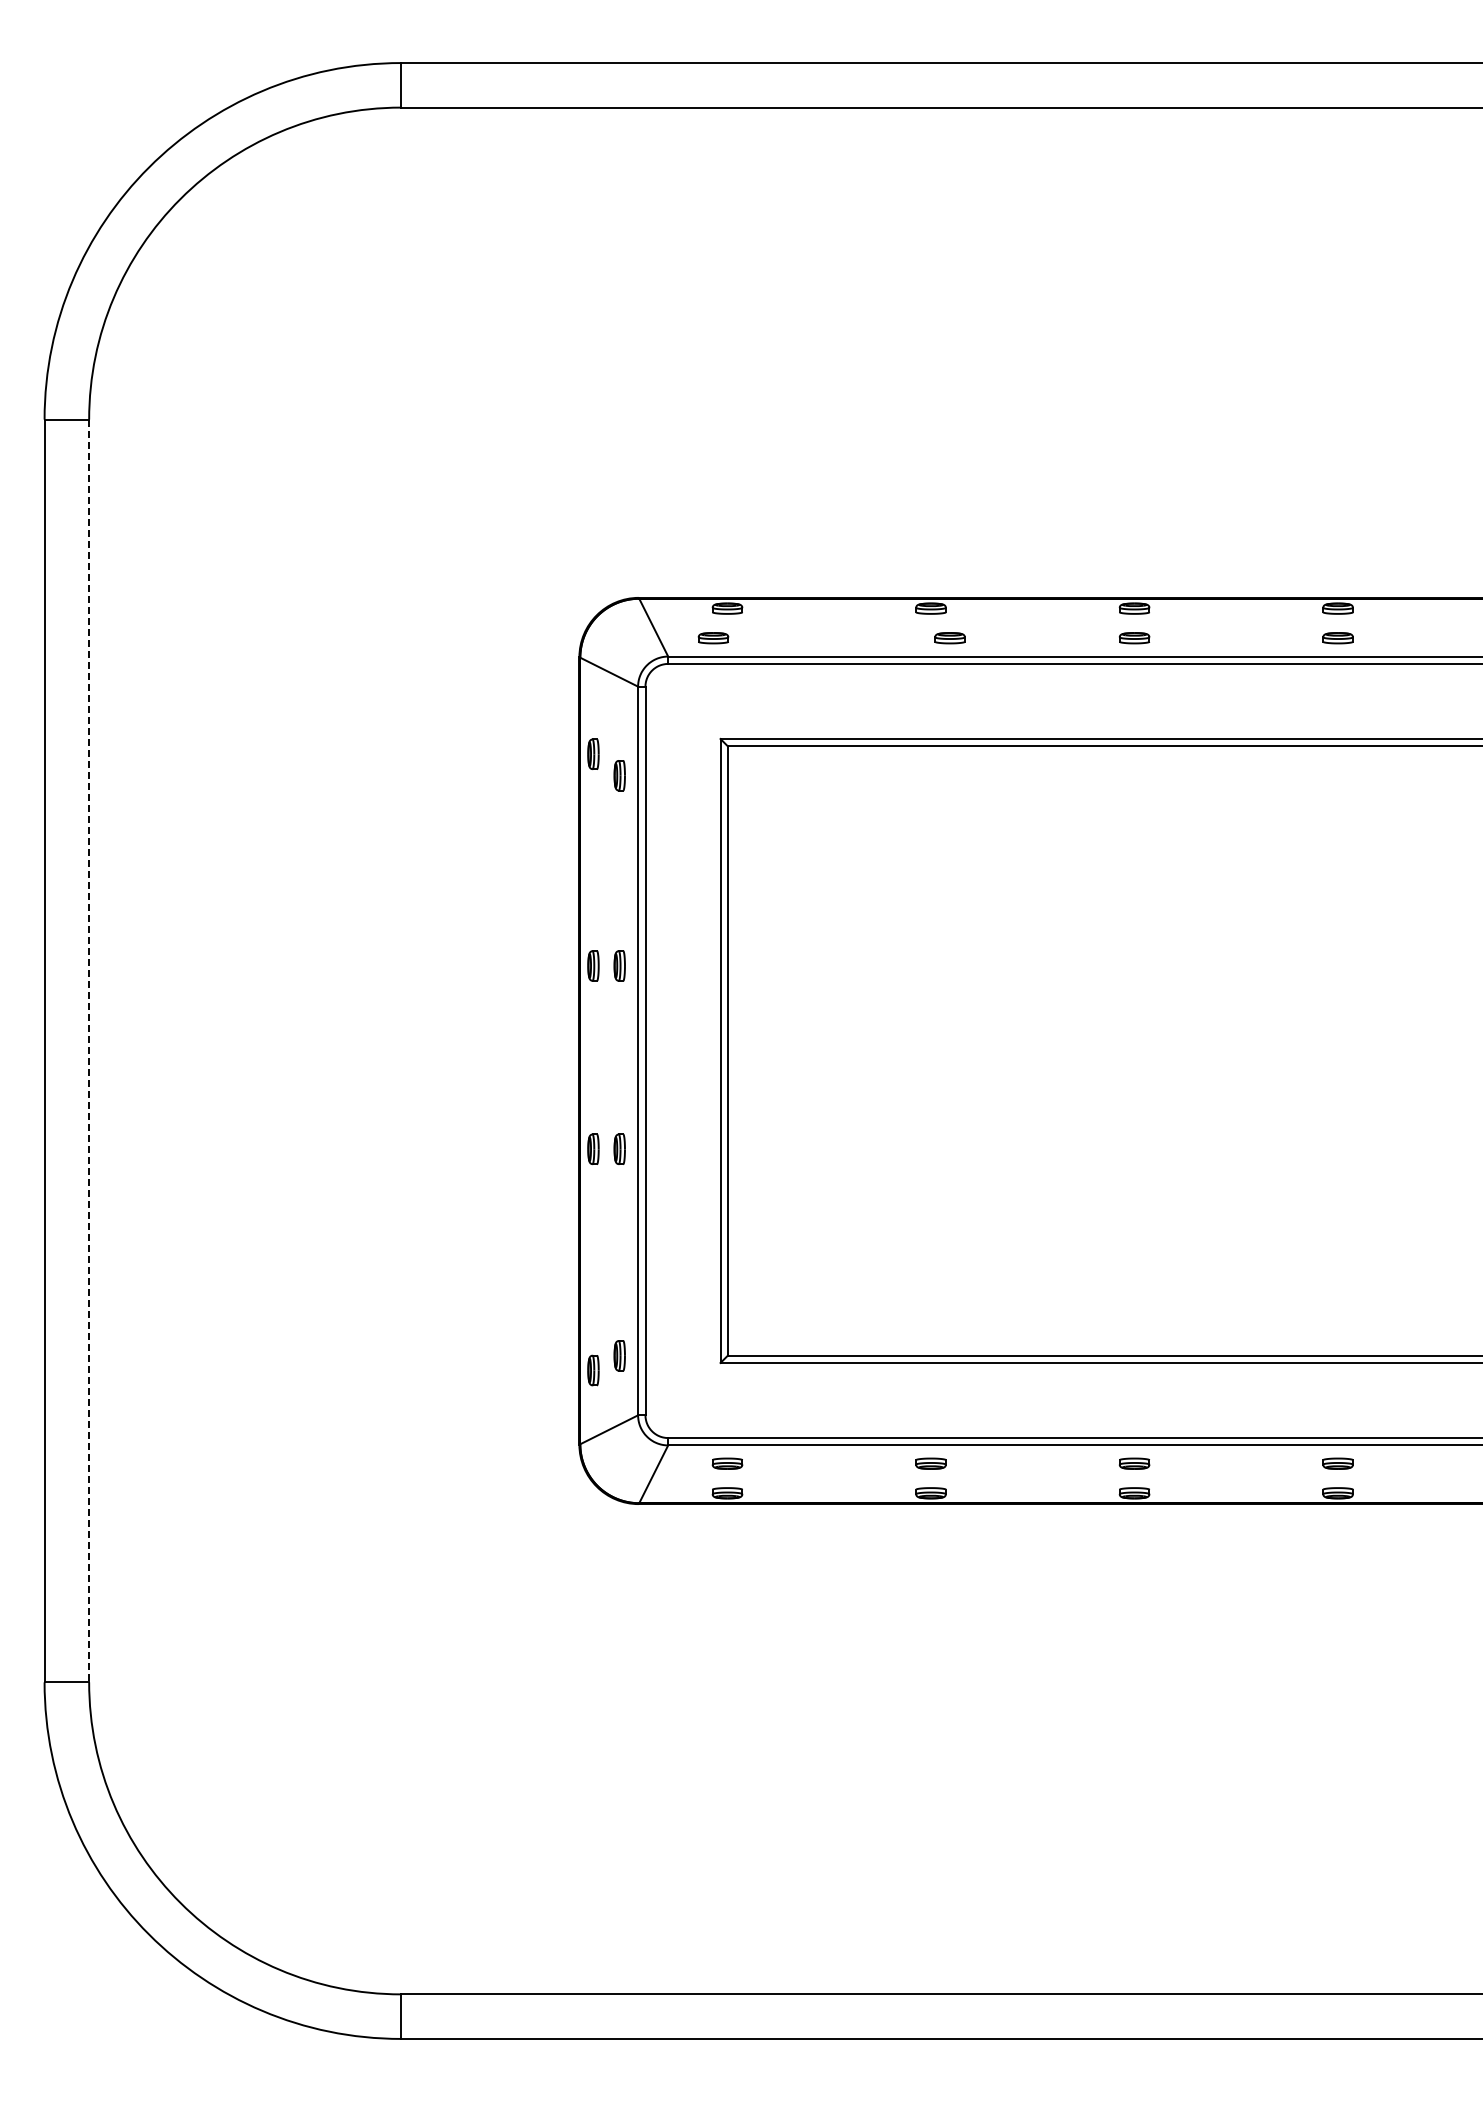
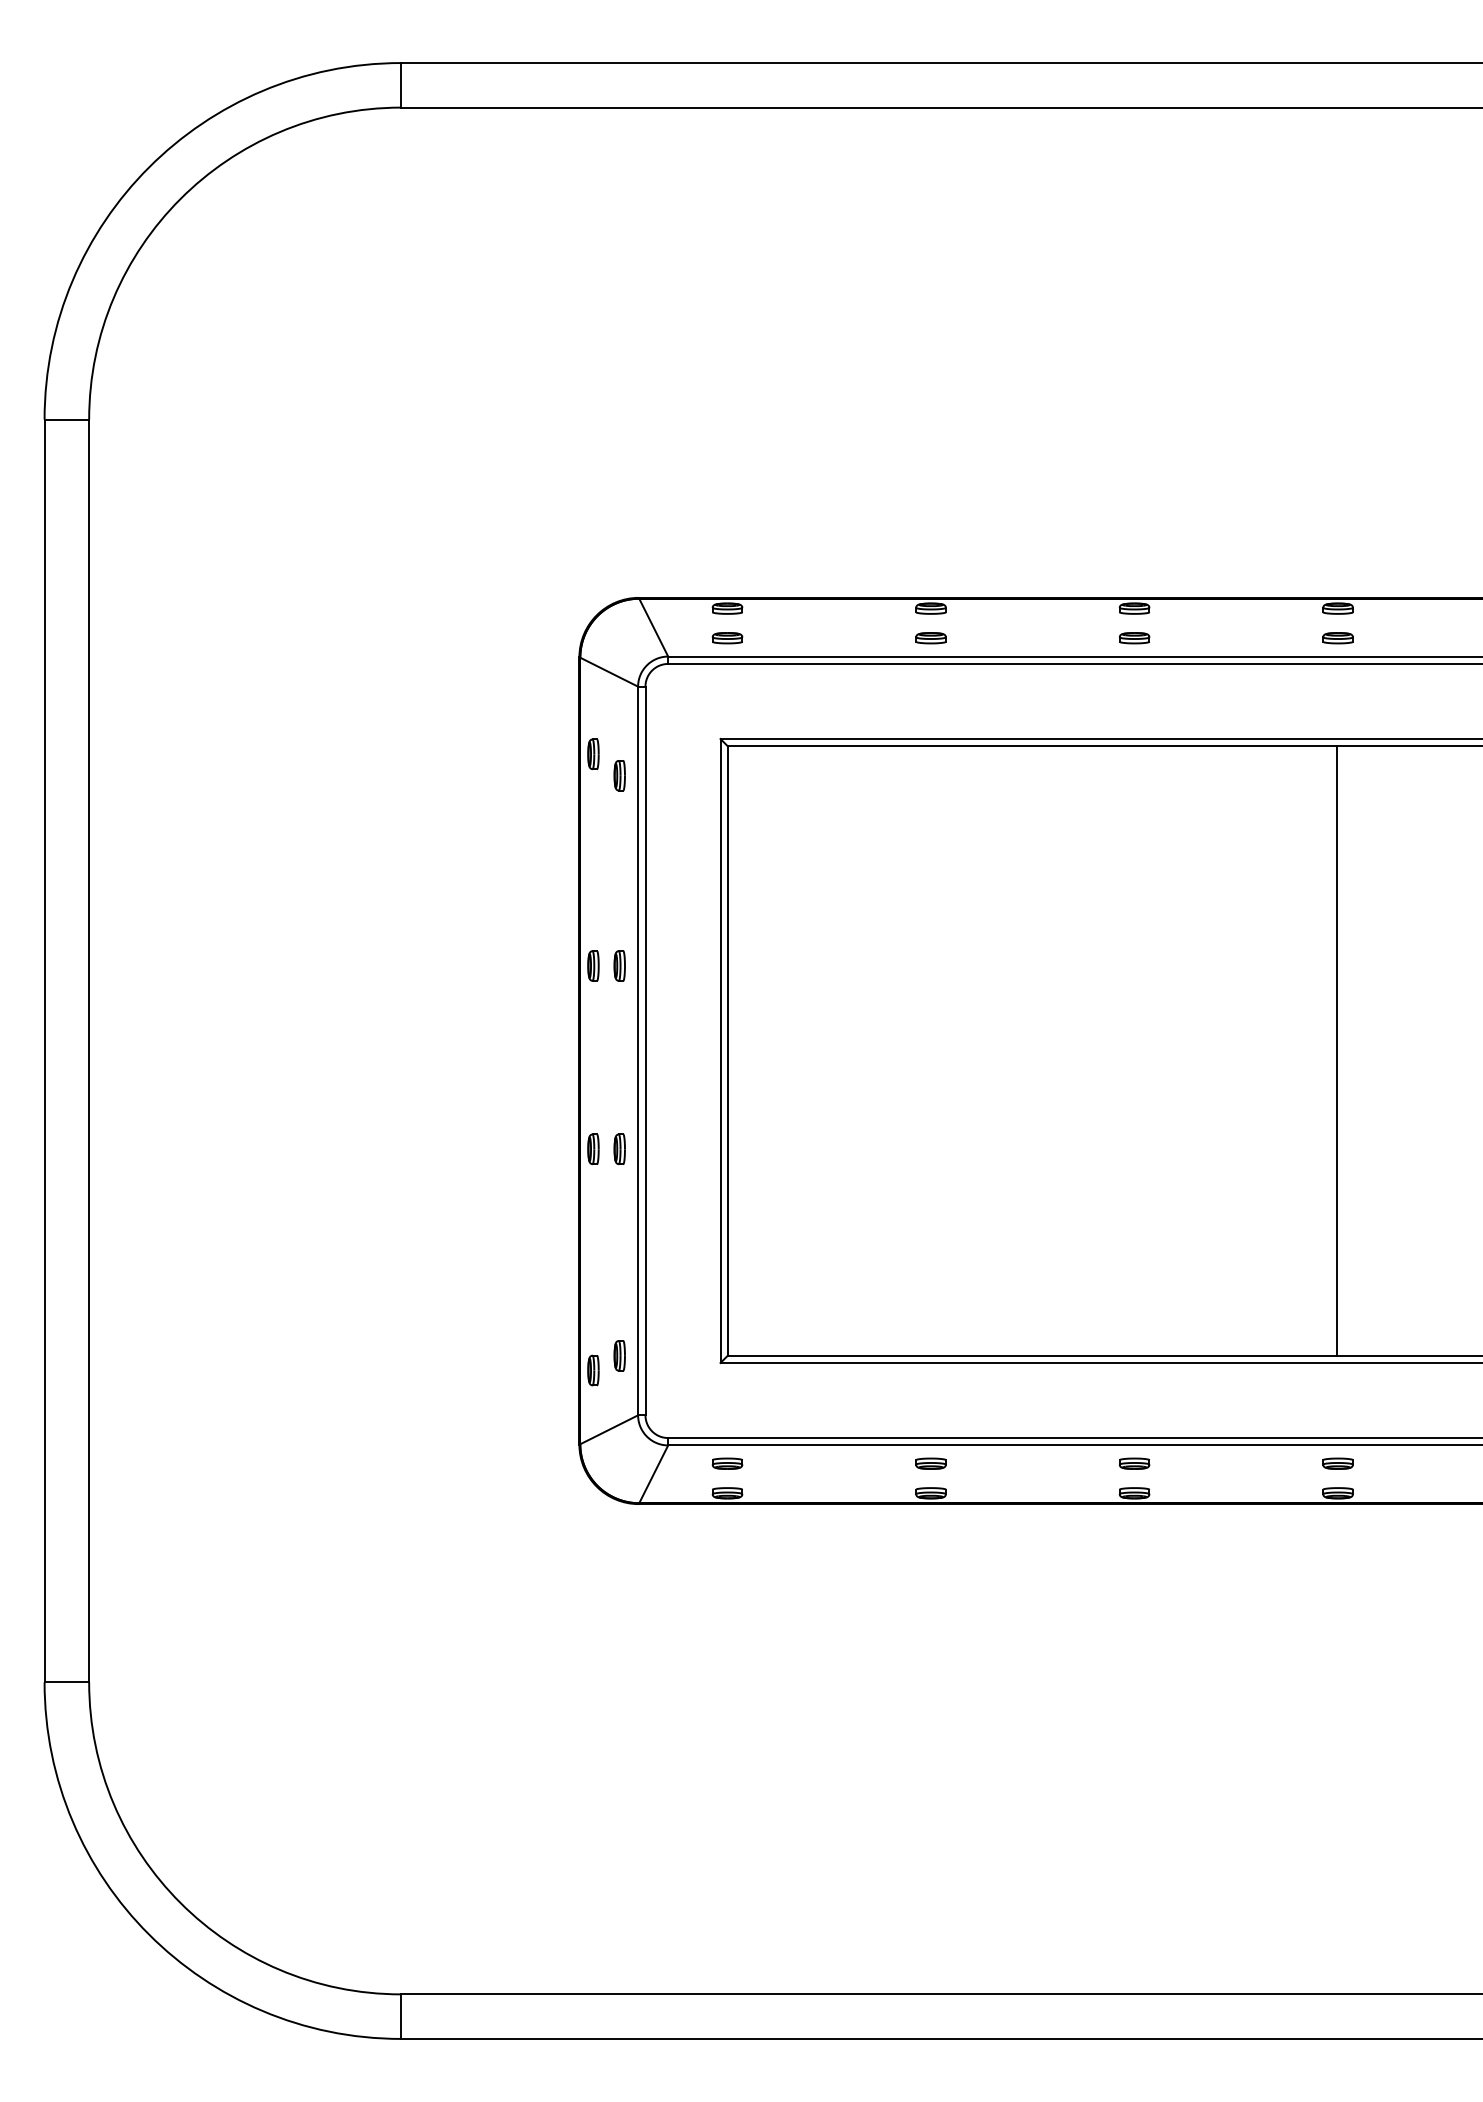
part at (713, 638) position: (713, 638) -> (727, 638)
part at (949, 638) position: (949, 638) -> (930, 638)
line at (1337, 1050): none -> present
line at (89, 1051): dashed -> solid
